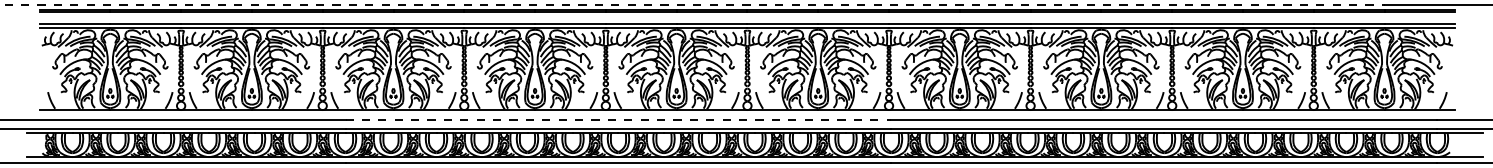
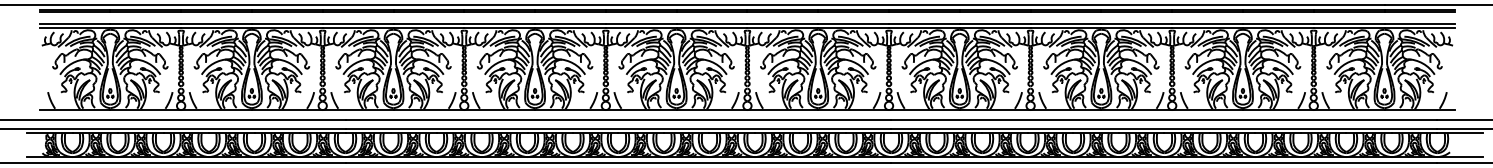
line at (692, 4): dashed -> solid
line at (618, 119): dashed -> solid
